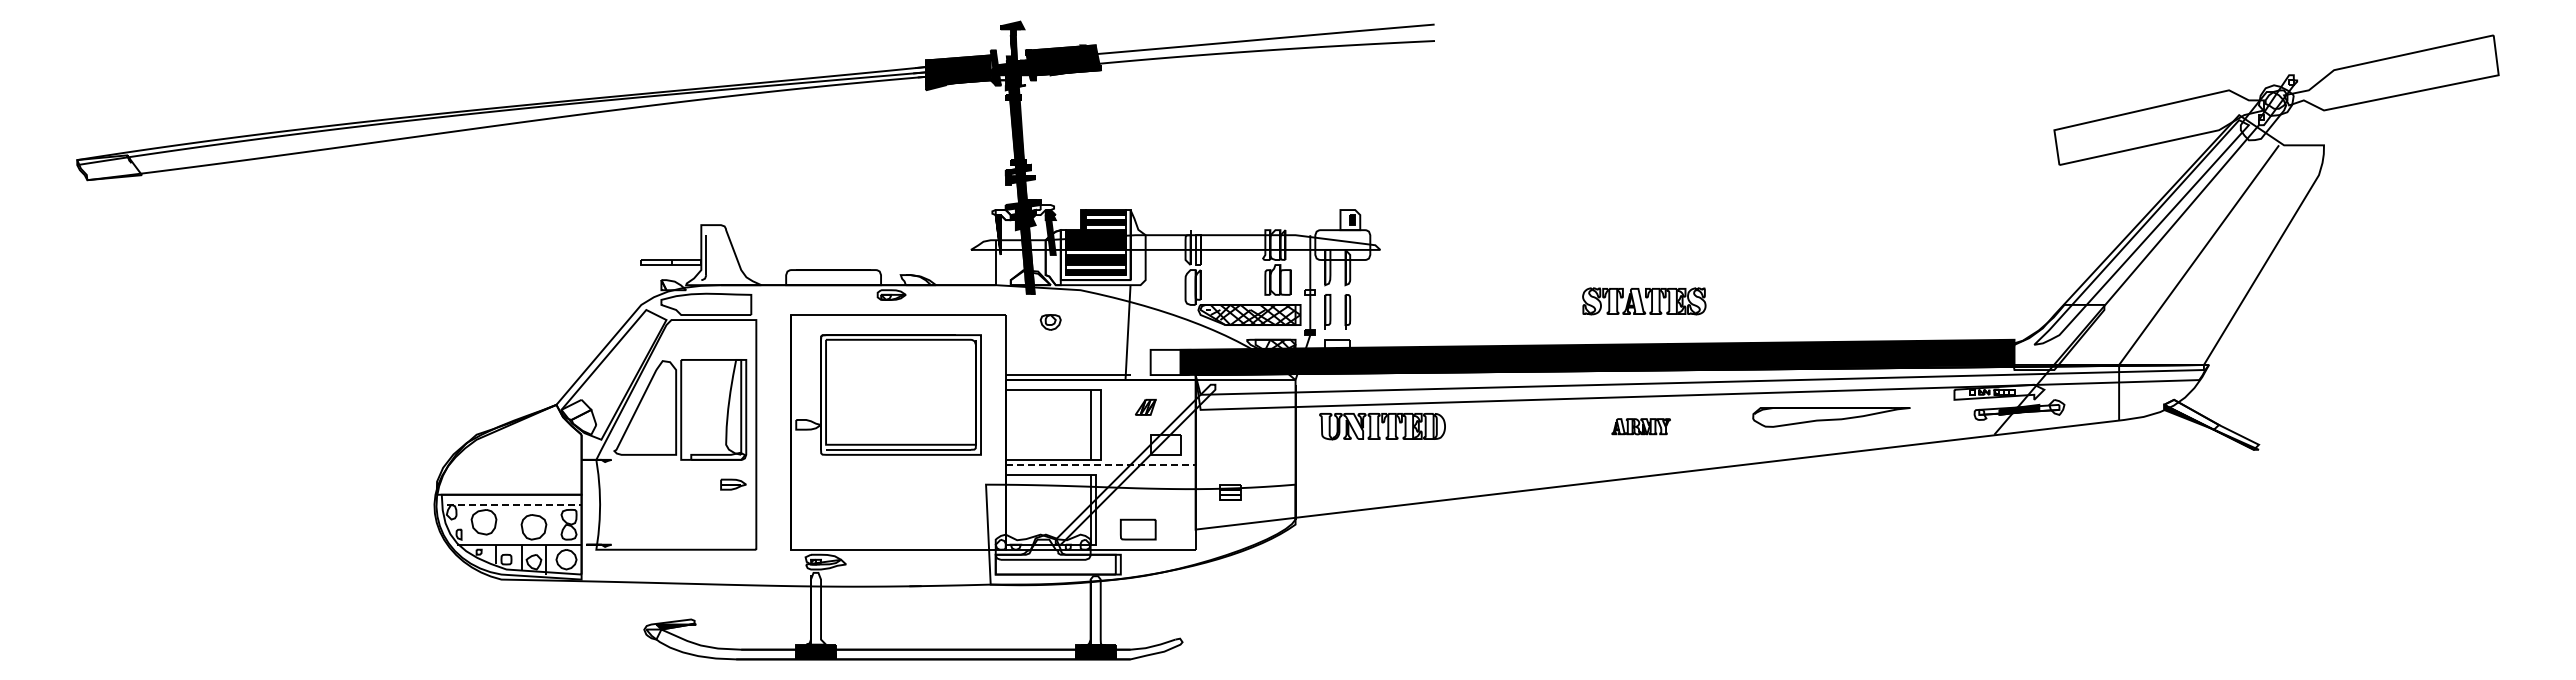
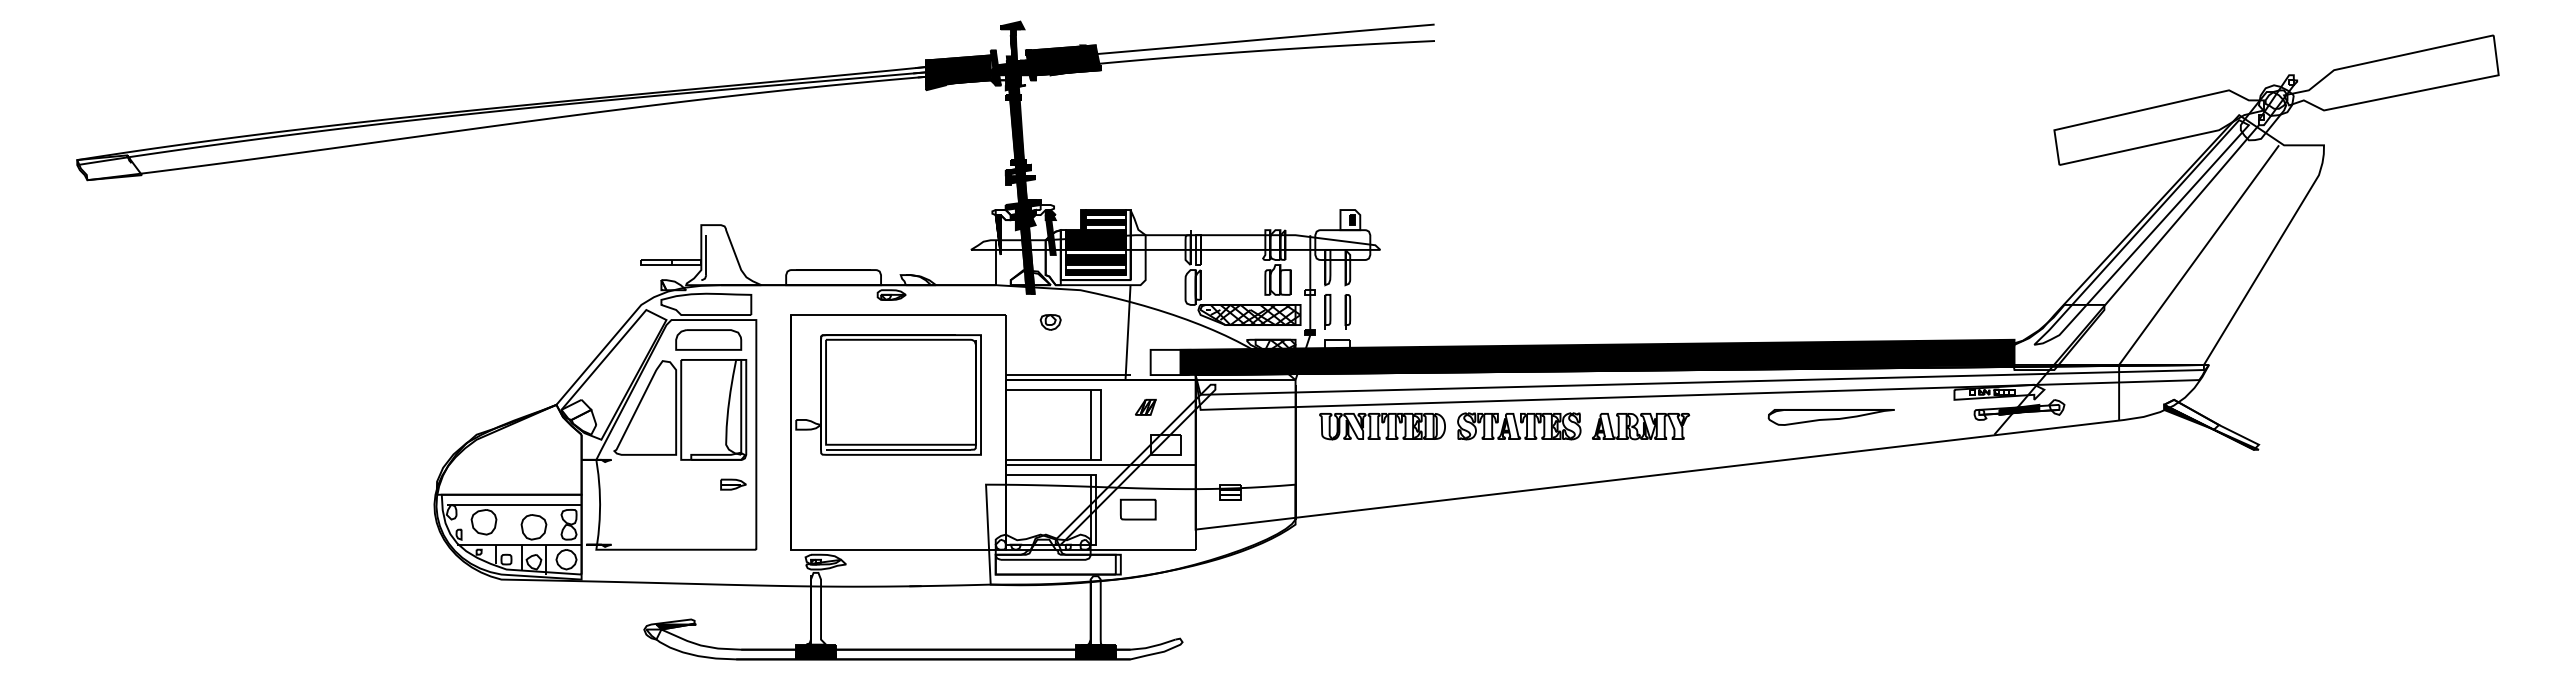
part at (1644, 301) position: (1644, 301) -> (1519, 426)
part at (708, 339): none -> present
part at (1831, 417) size: 159x21 px -> 128x17 px
part at (1640, 426) size: 60x18 px -> 99x28 px
line at (1100, 464): dashed -> solid
line at (514, 504): dashed -> solid
part at (1138, 529) position: (1138, 529) -> (1138, 509)
